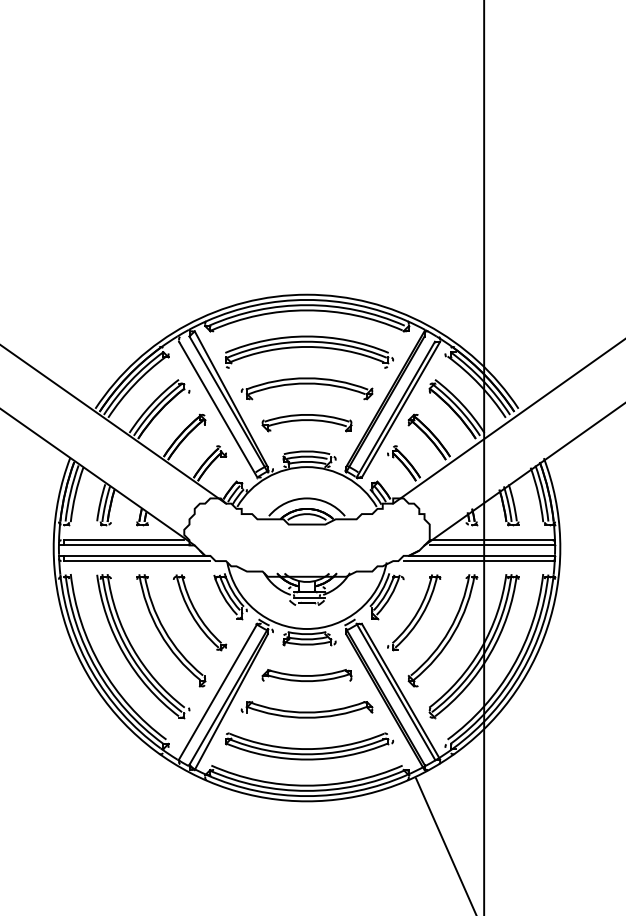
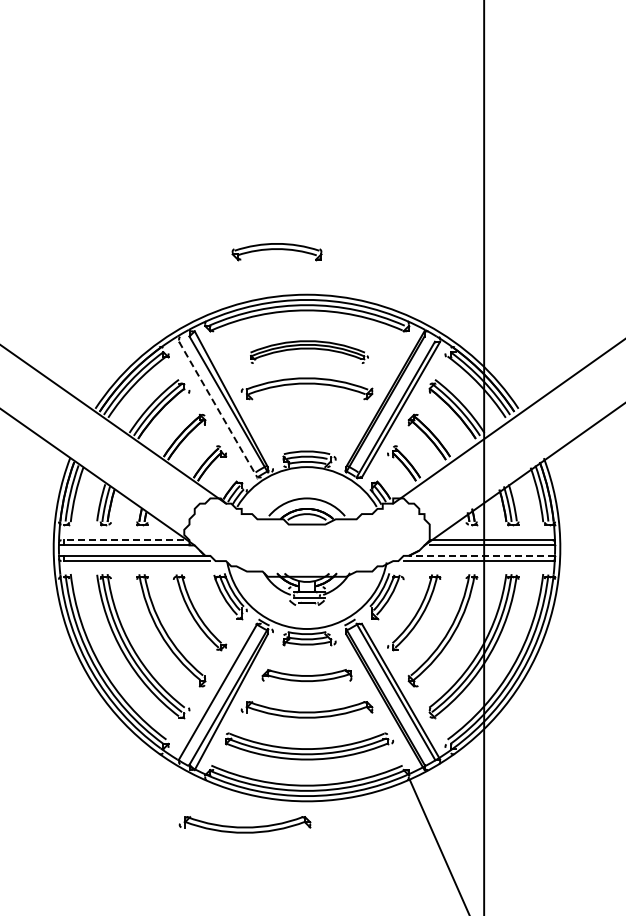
part at (309, 351) size: 169x34 px -> 119x24 px
line at (218, 410): solid -> dashed
part at (306, 423) position: (306, 423) -> (276, 252)
line at (123, 540): solid -> dashed
line at (481, 555): solid -> dashed
part at (244, 824): none -> present
line at (445, 845) position: (445, 845) -> (439, 846)
